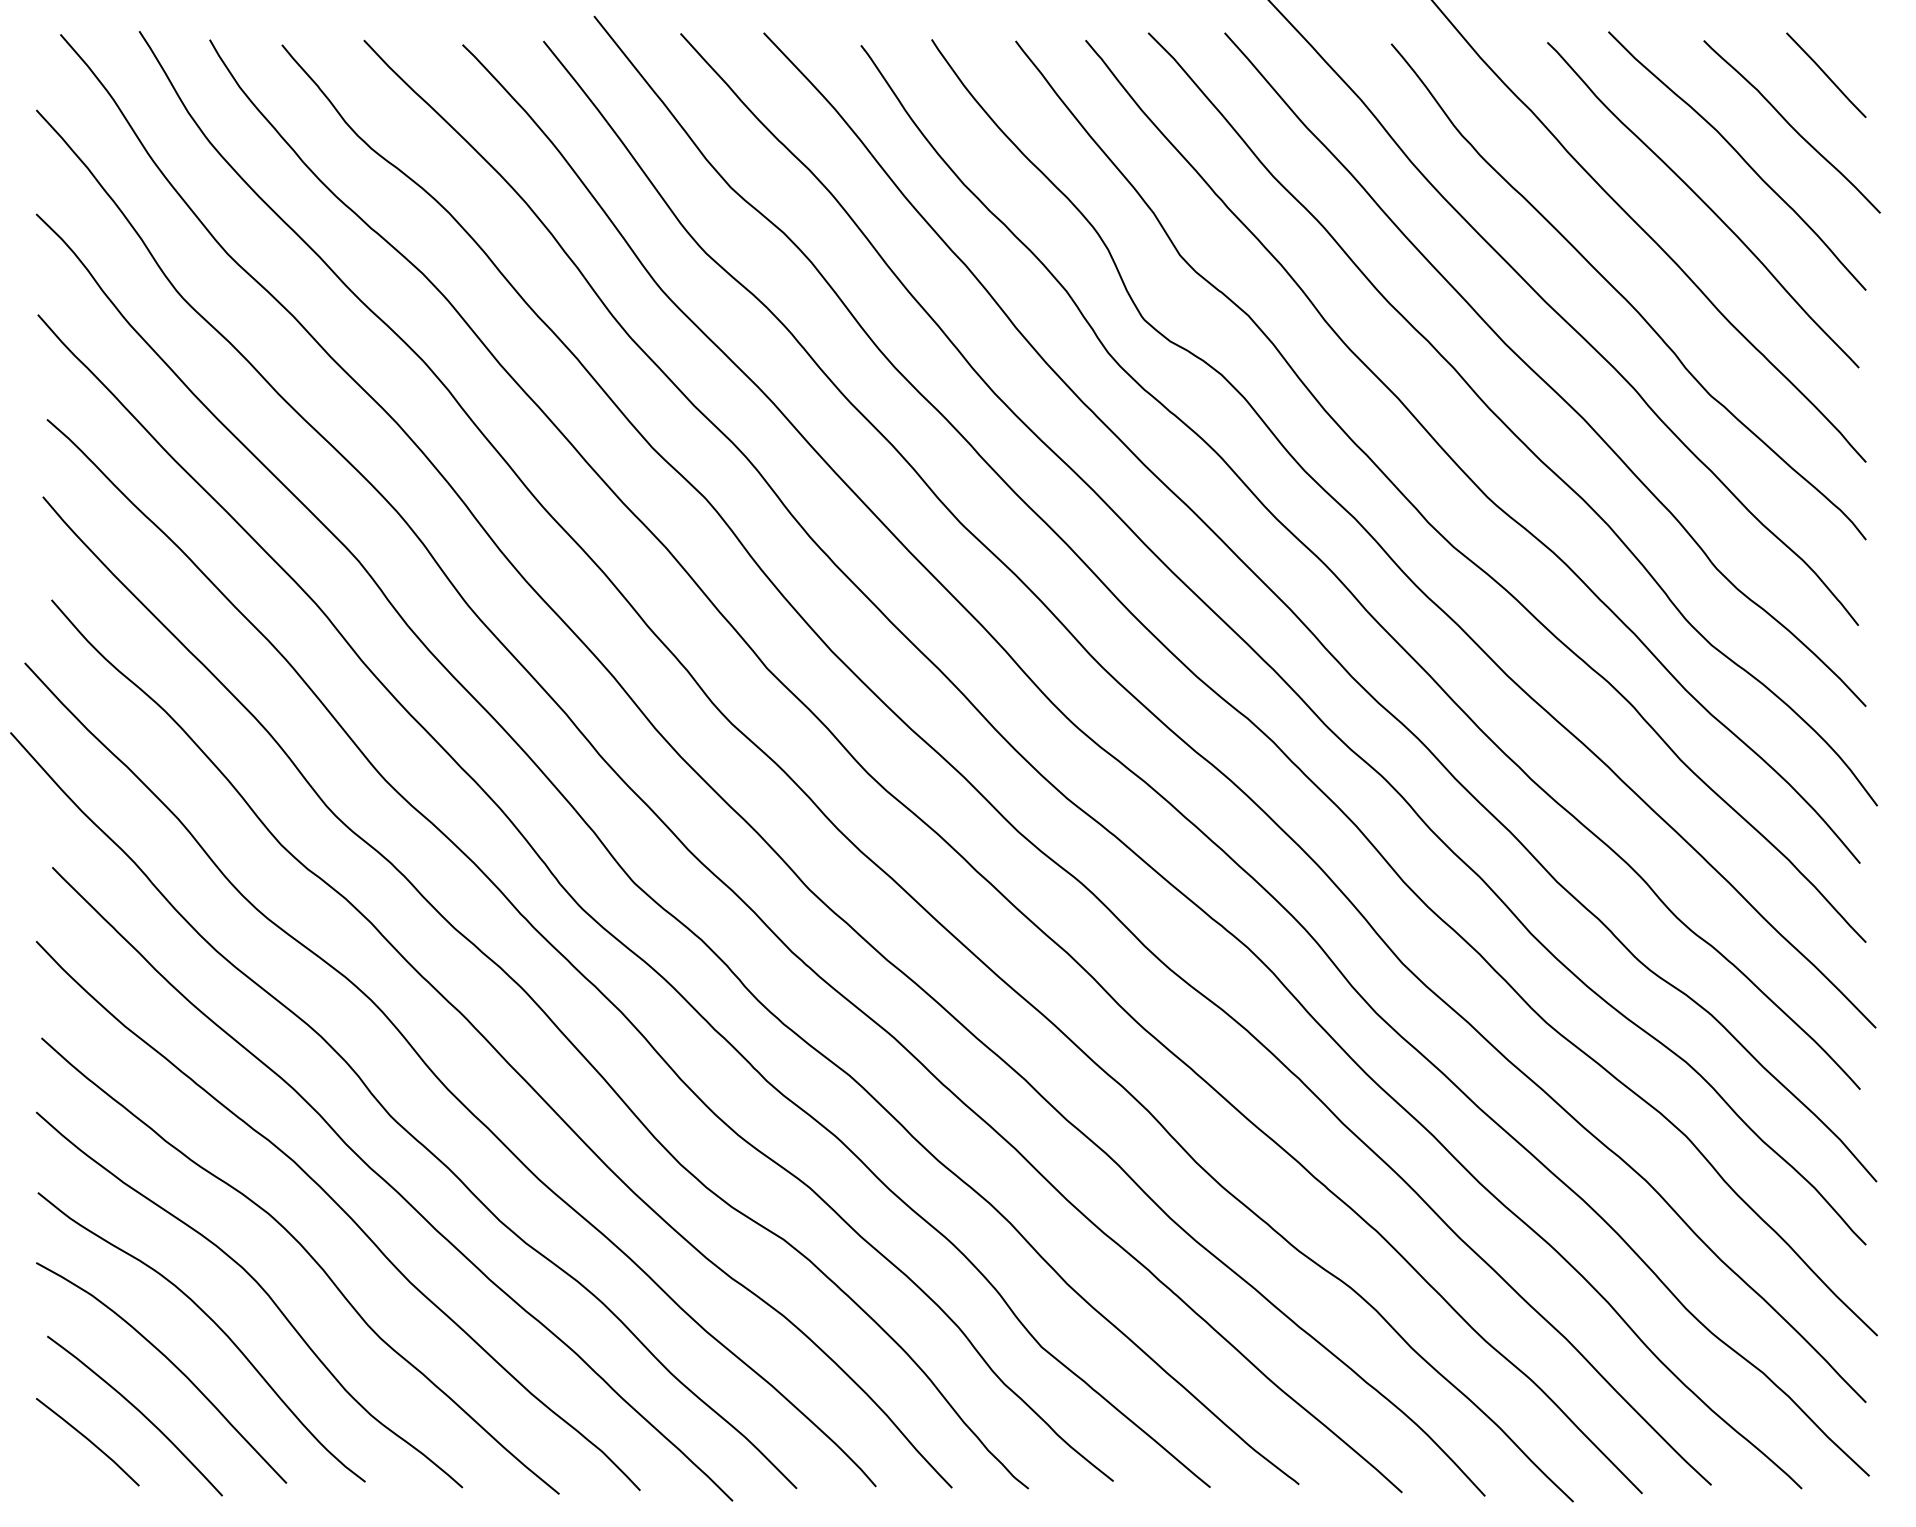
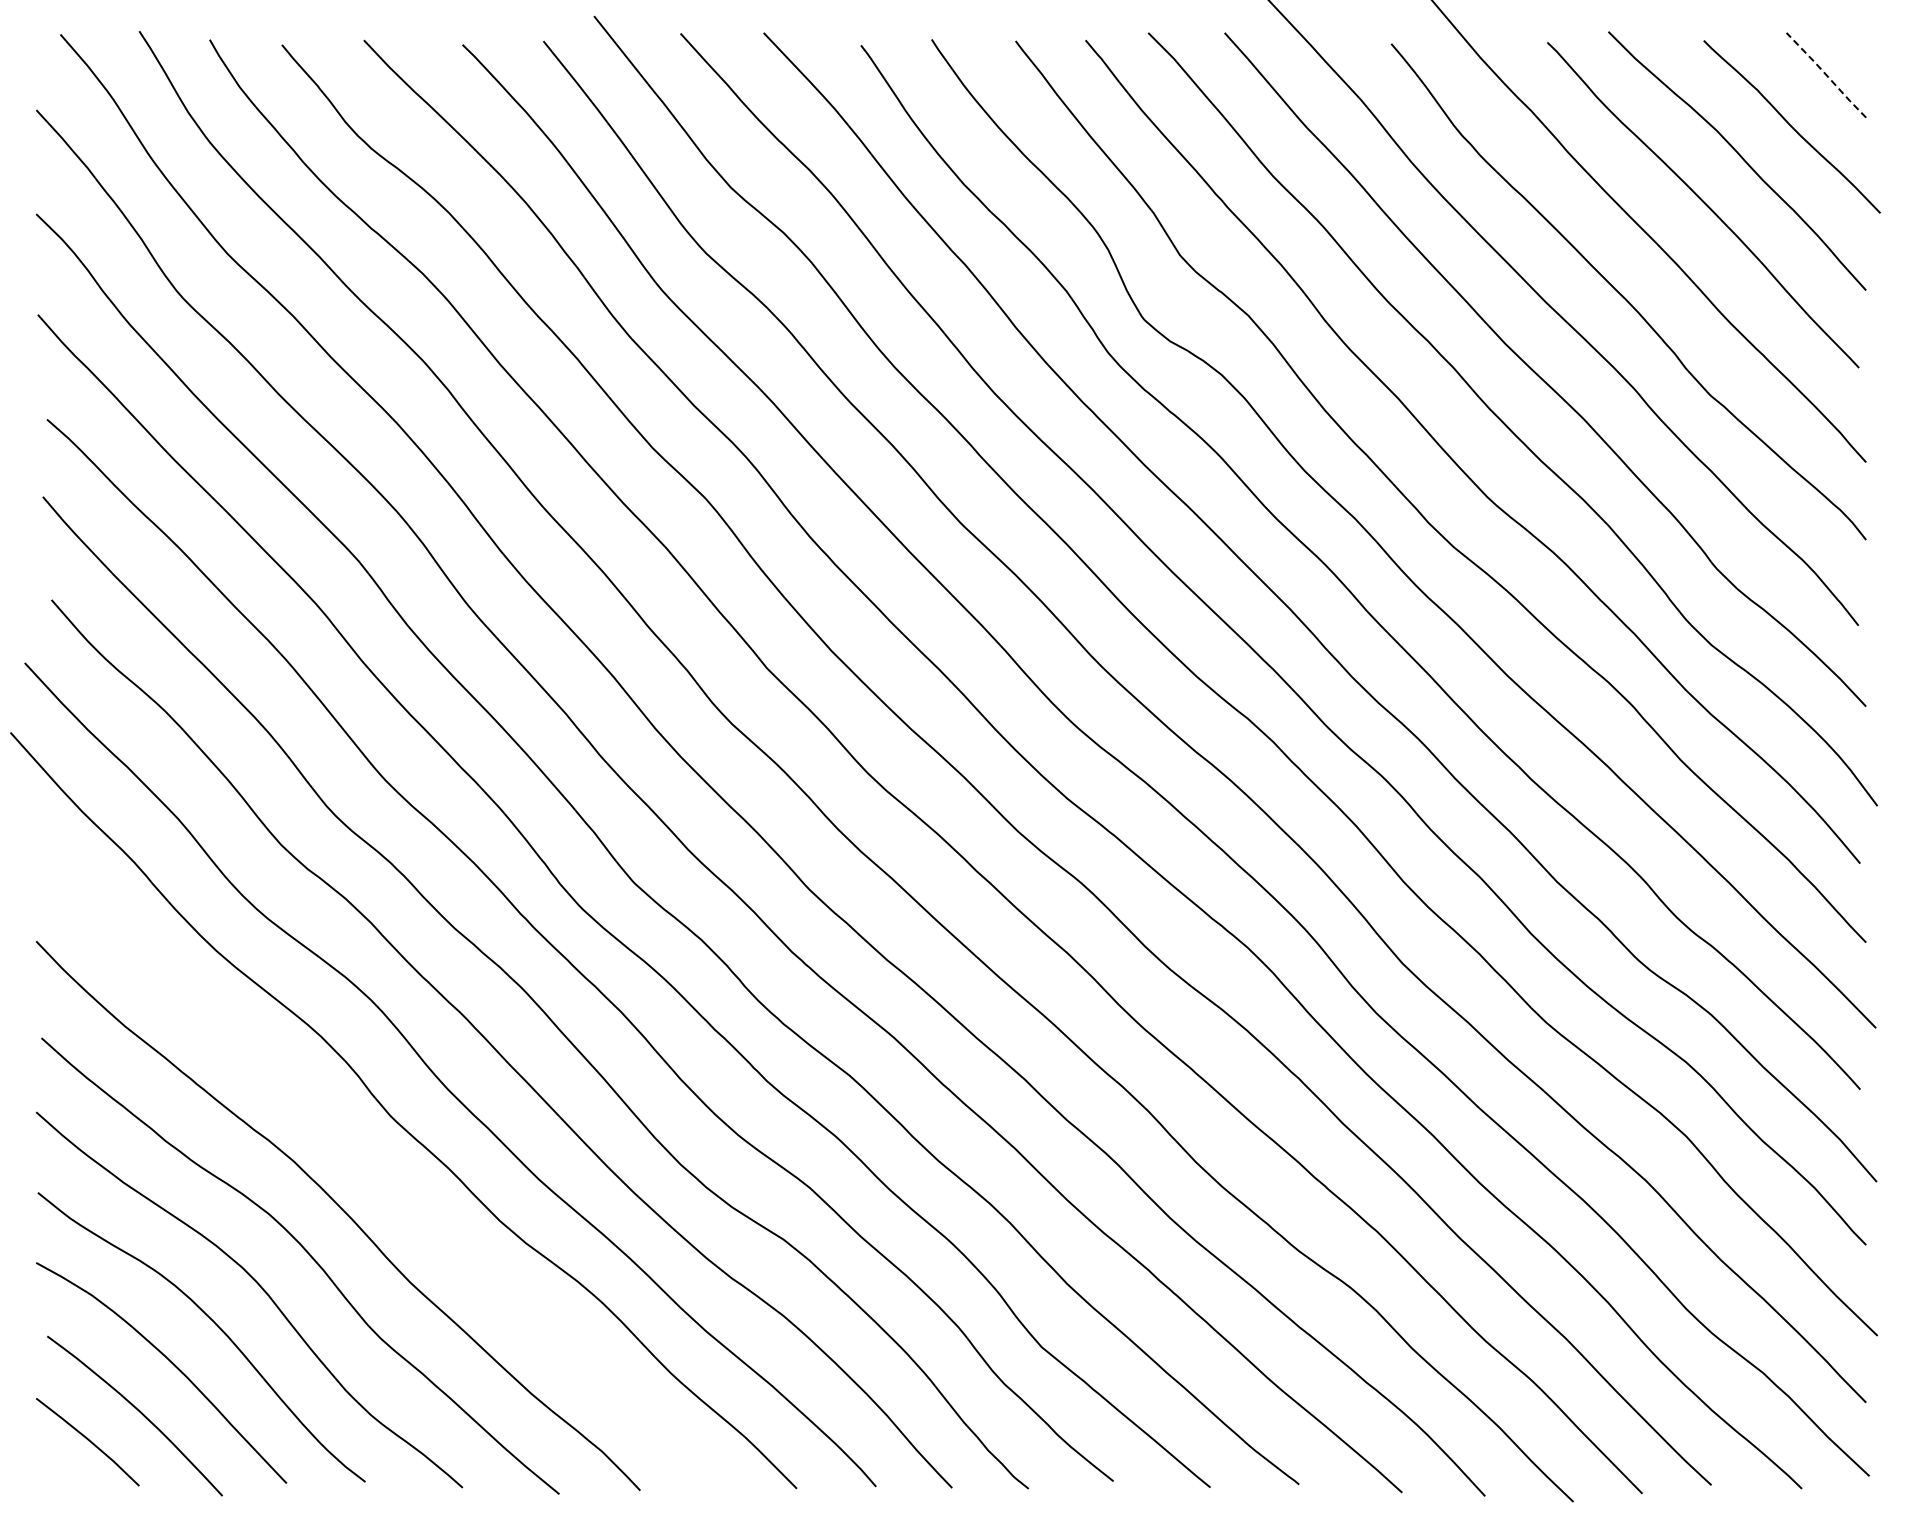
line at (1826, 75): solid -> dashed
curve at (391, 1185): present -> none
